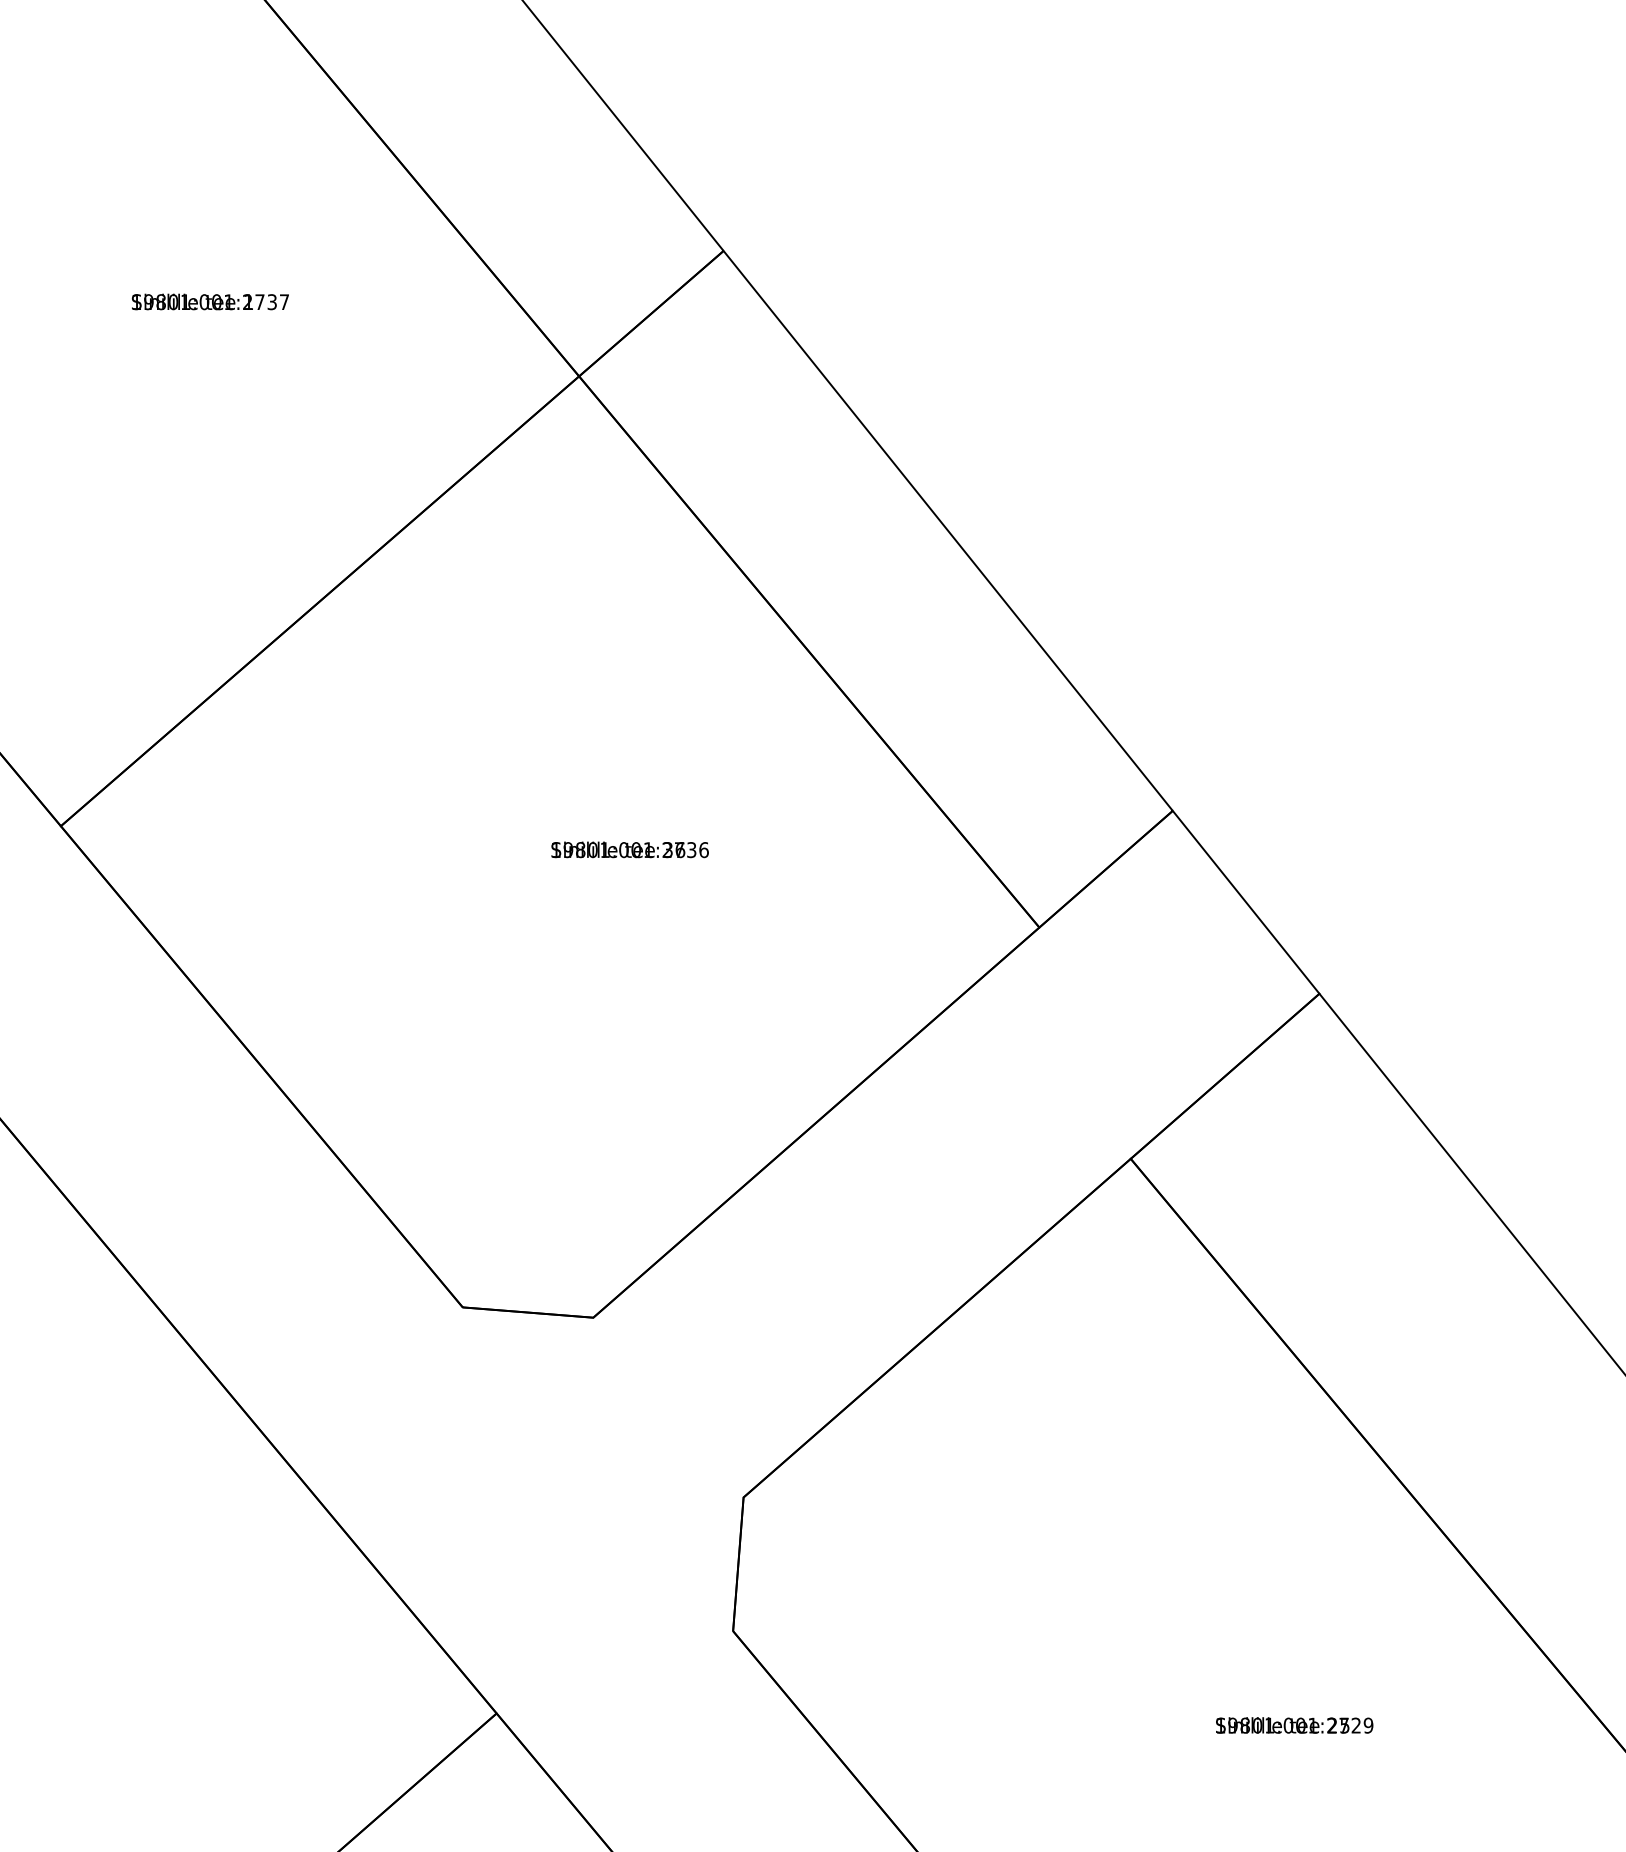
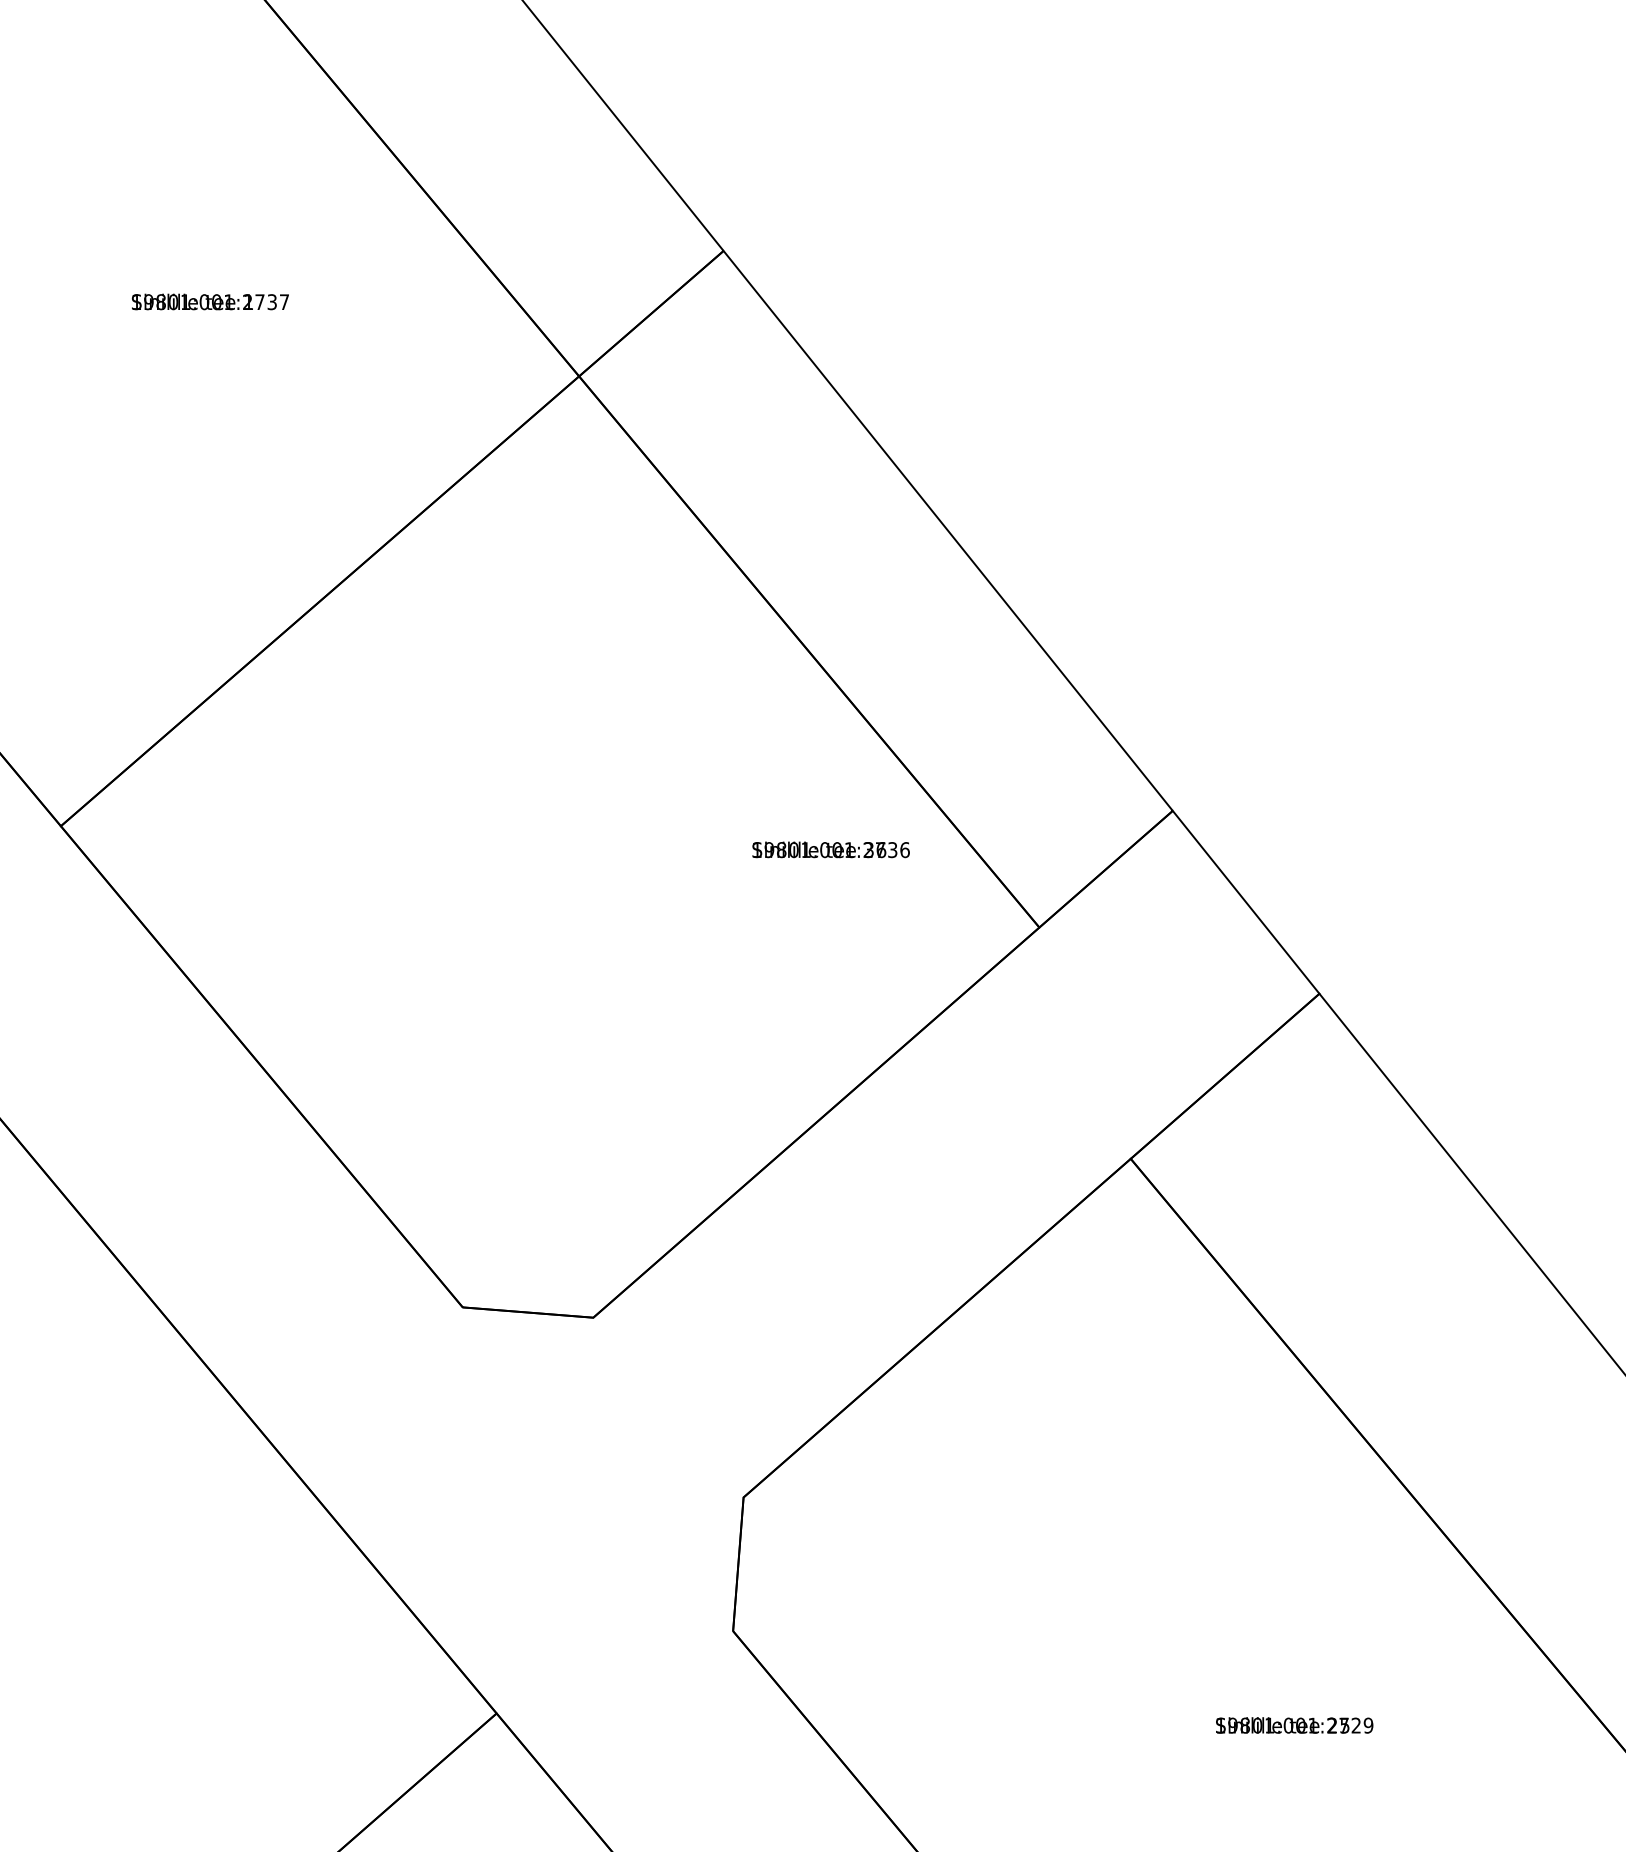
text at (629, 849) position: (629, 849) -> (830, 849)
